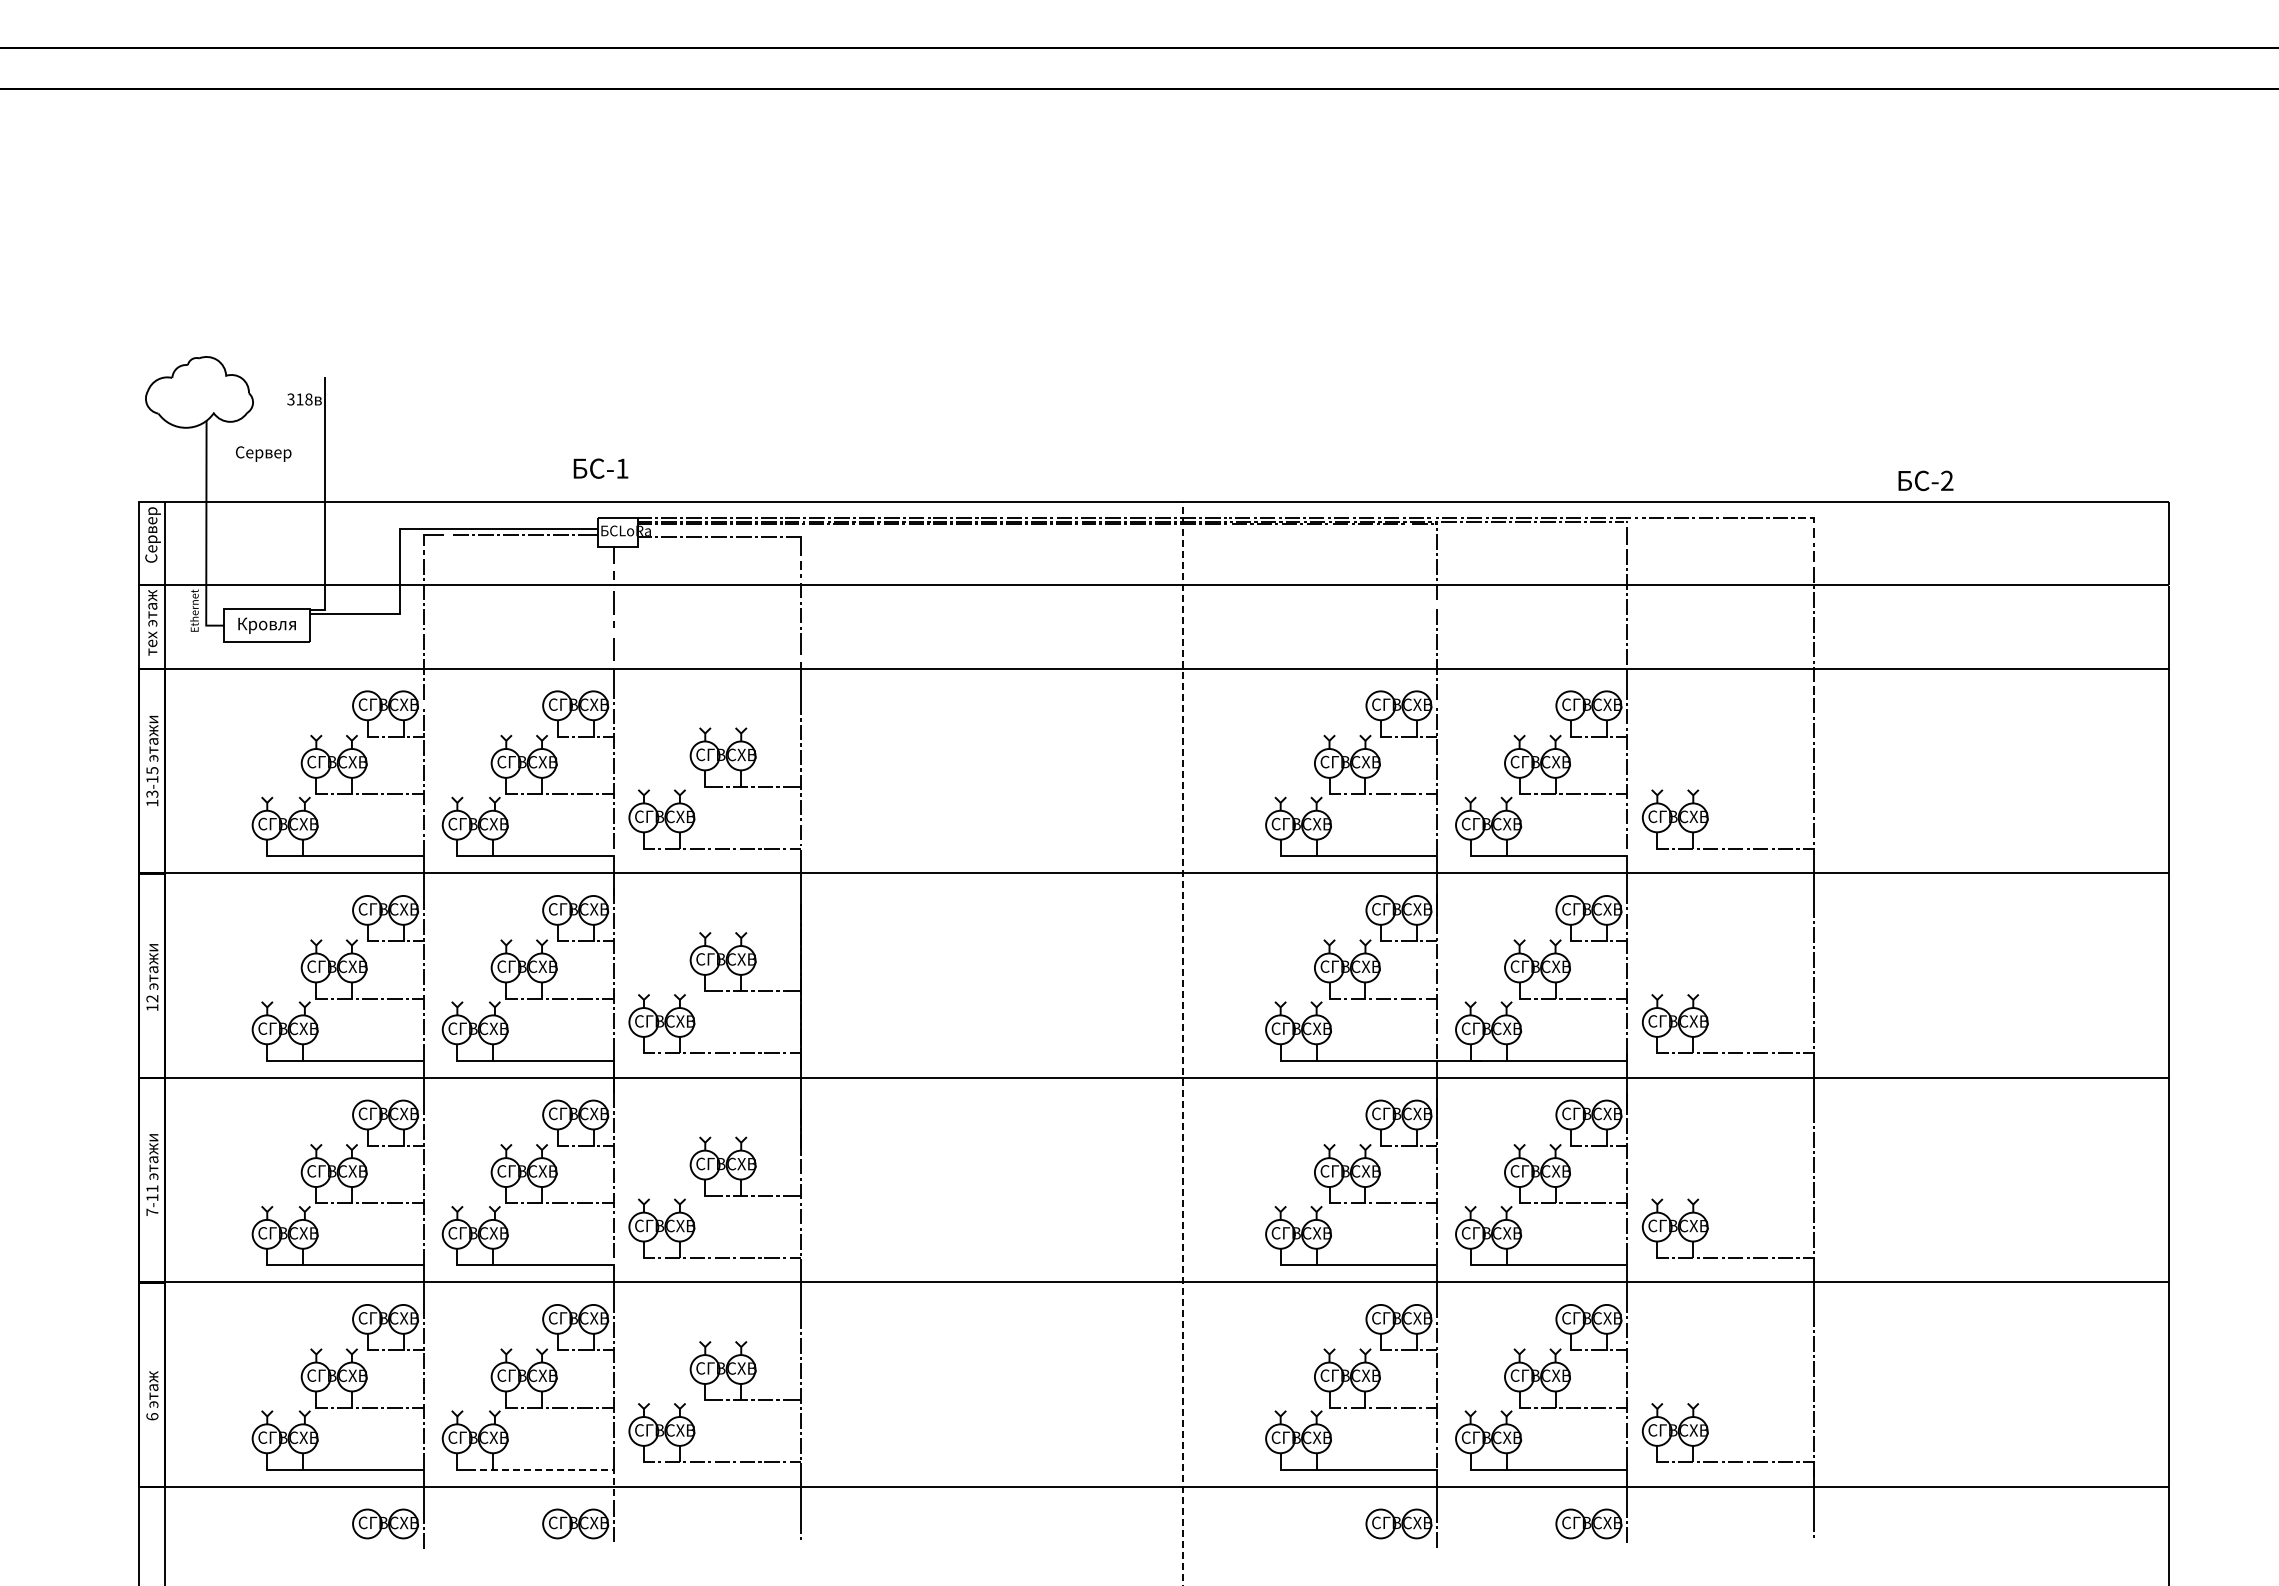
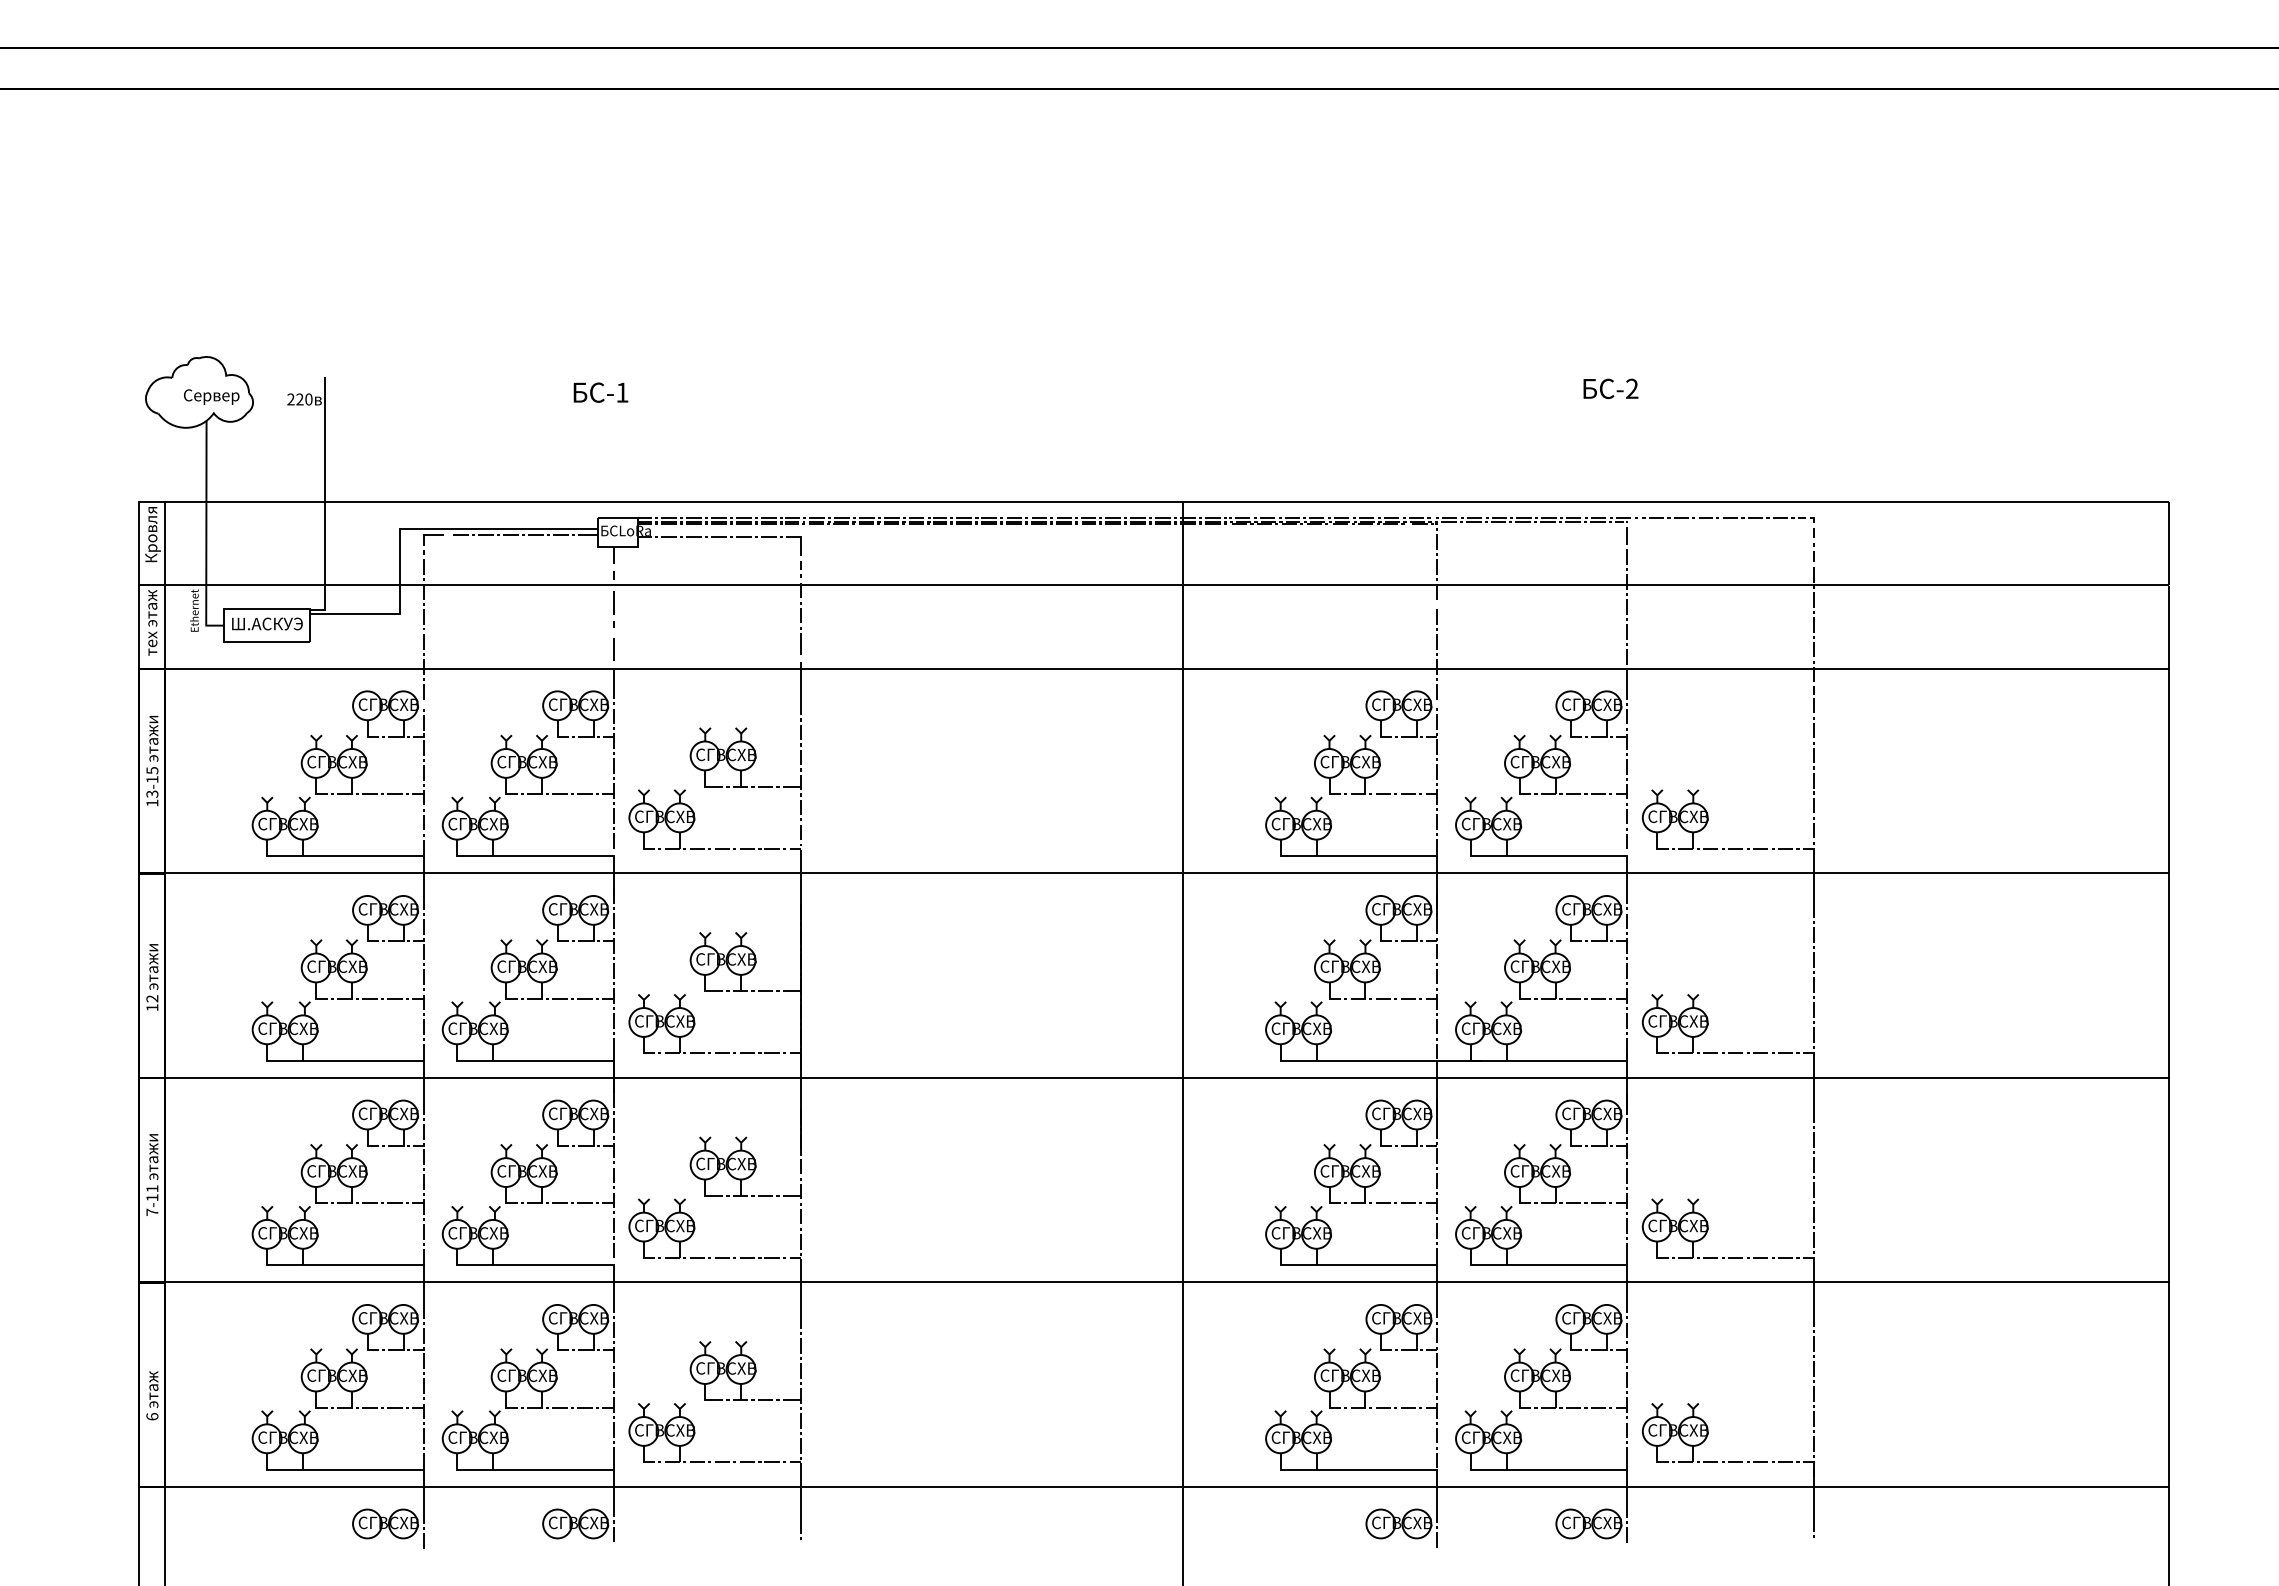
text at (299, 399): 318 -> 220
text at (263, 453) position: (263, 453) -> (211, 396)
text at (600, 468) position: (600, 468) -> (600, 392)
text at (1925, 480) position: (1925, 480) -> (1610, 388)
text at (152, 534): Сервер -> Кровля
text at (267, 625): Кровля -> Ш.АСКУЭ
line at (1183, 1043): dashed -> solid
line at (558, 1469): dashed -> solid
